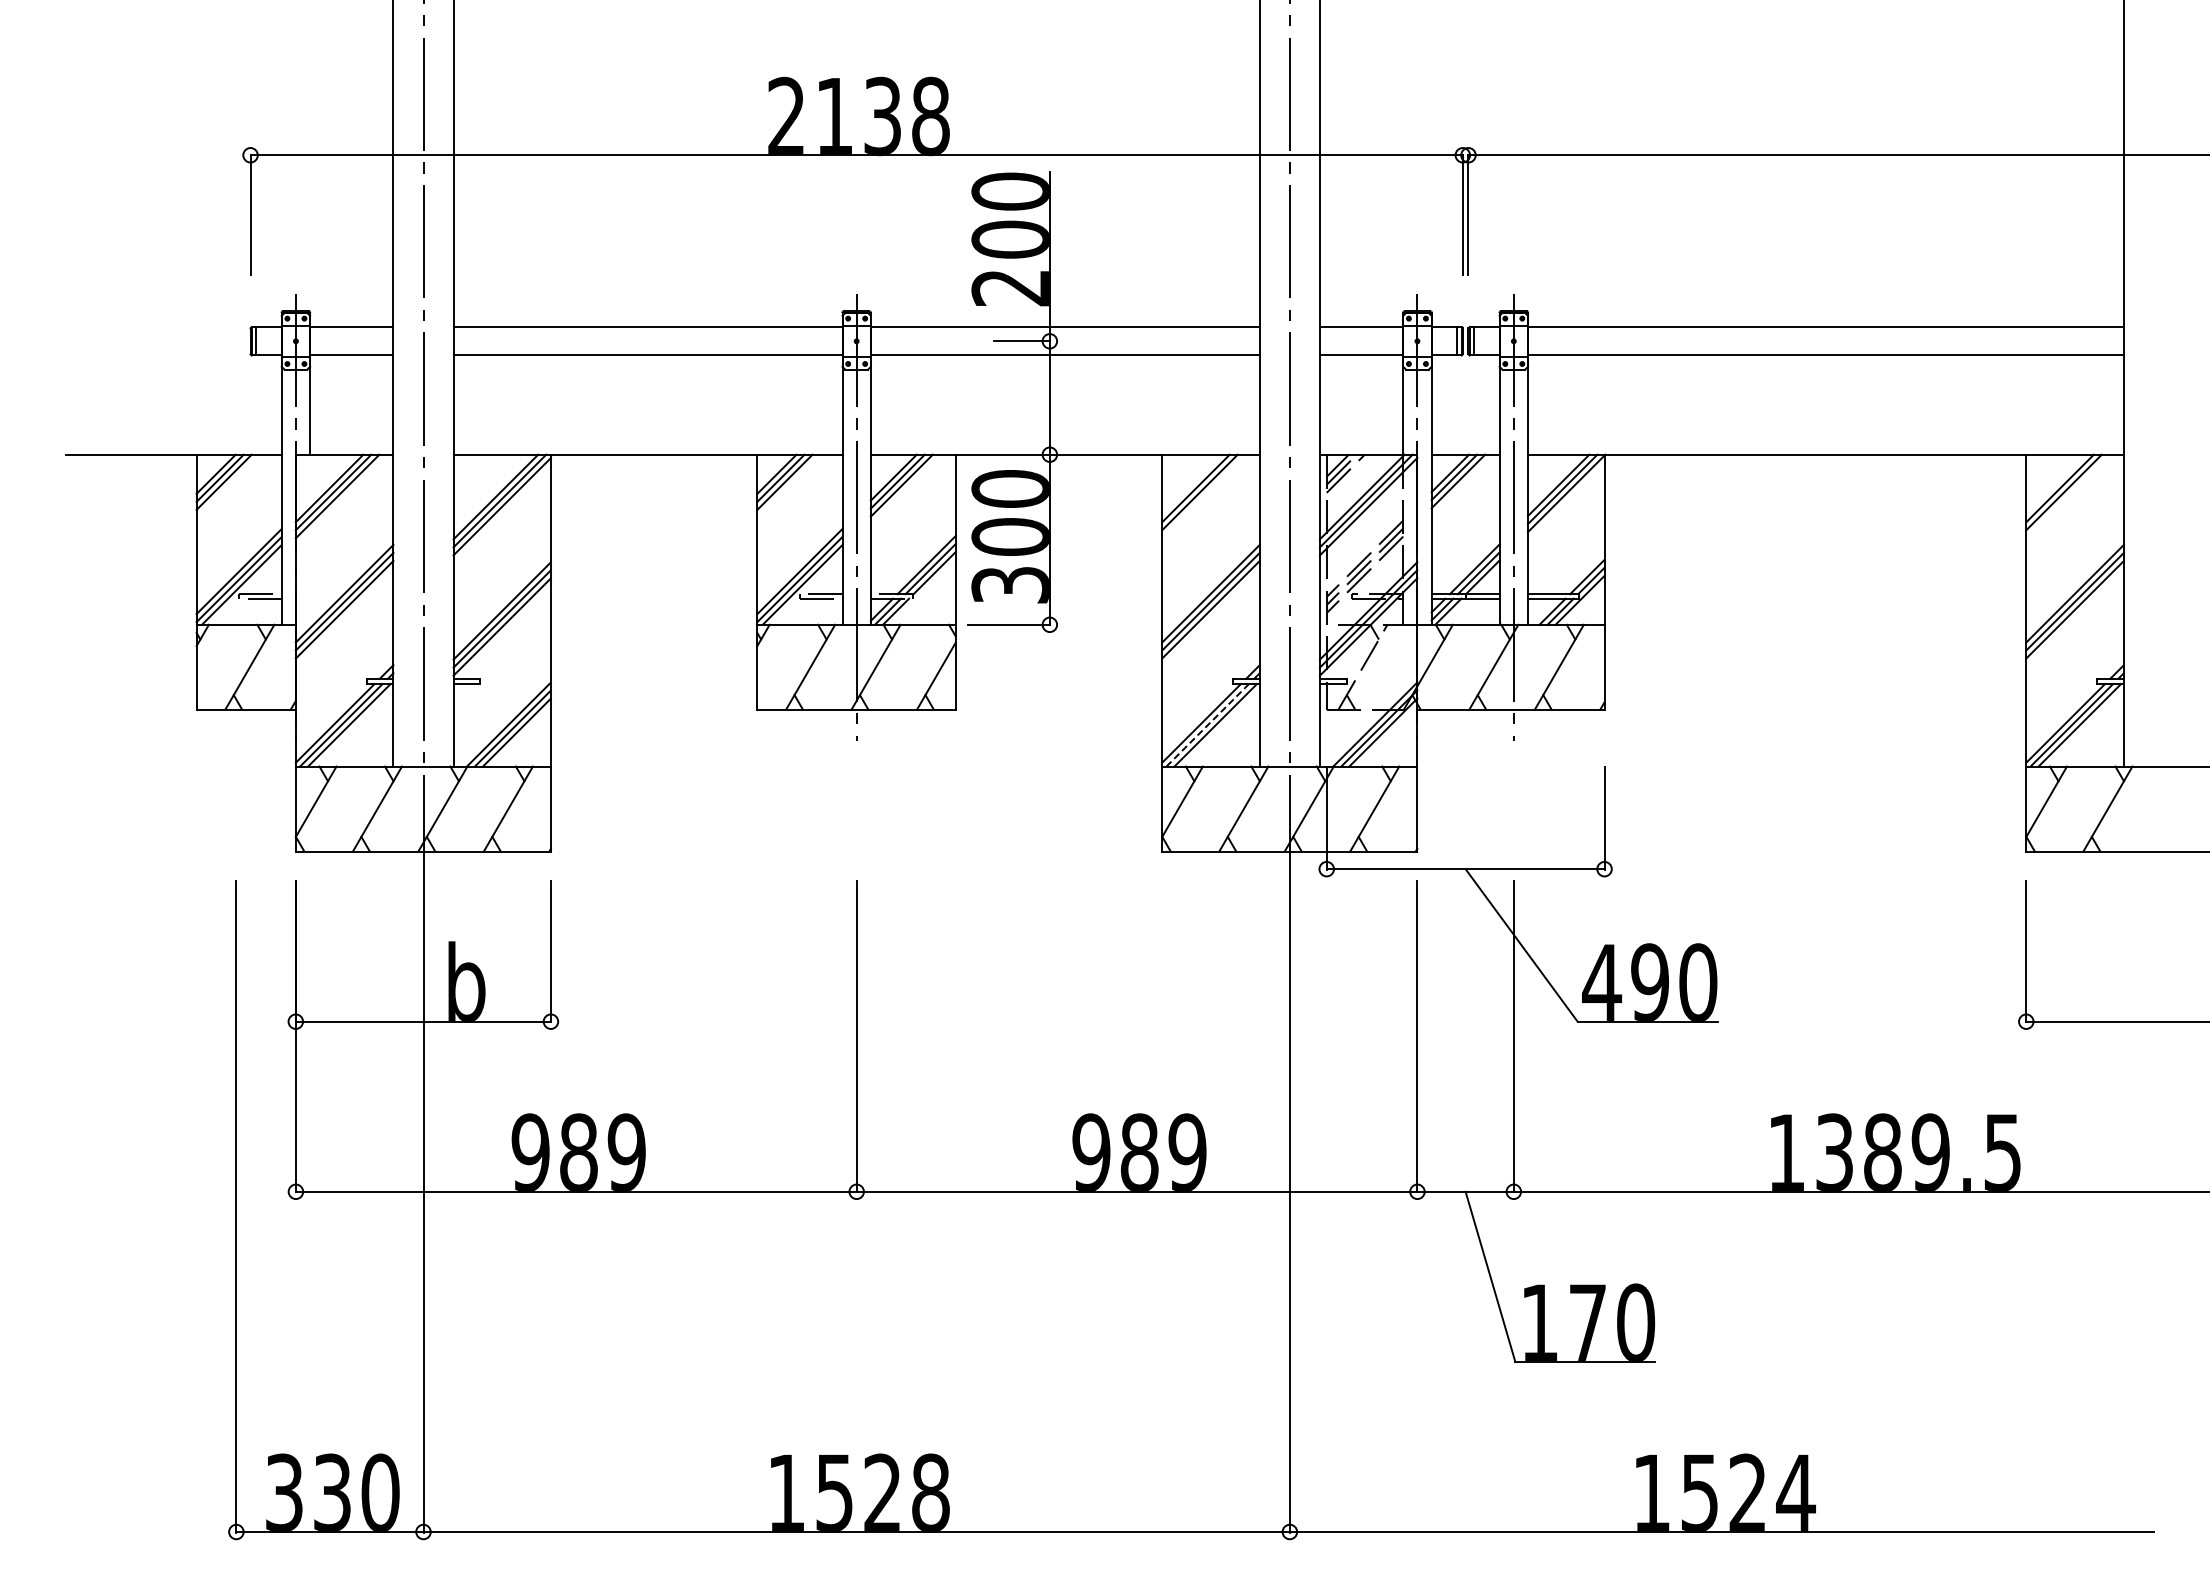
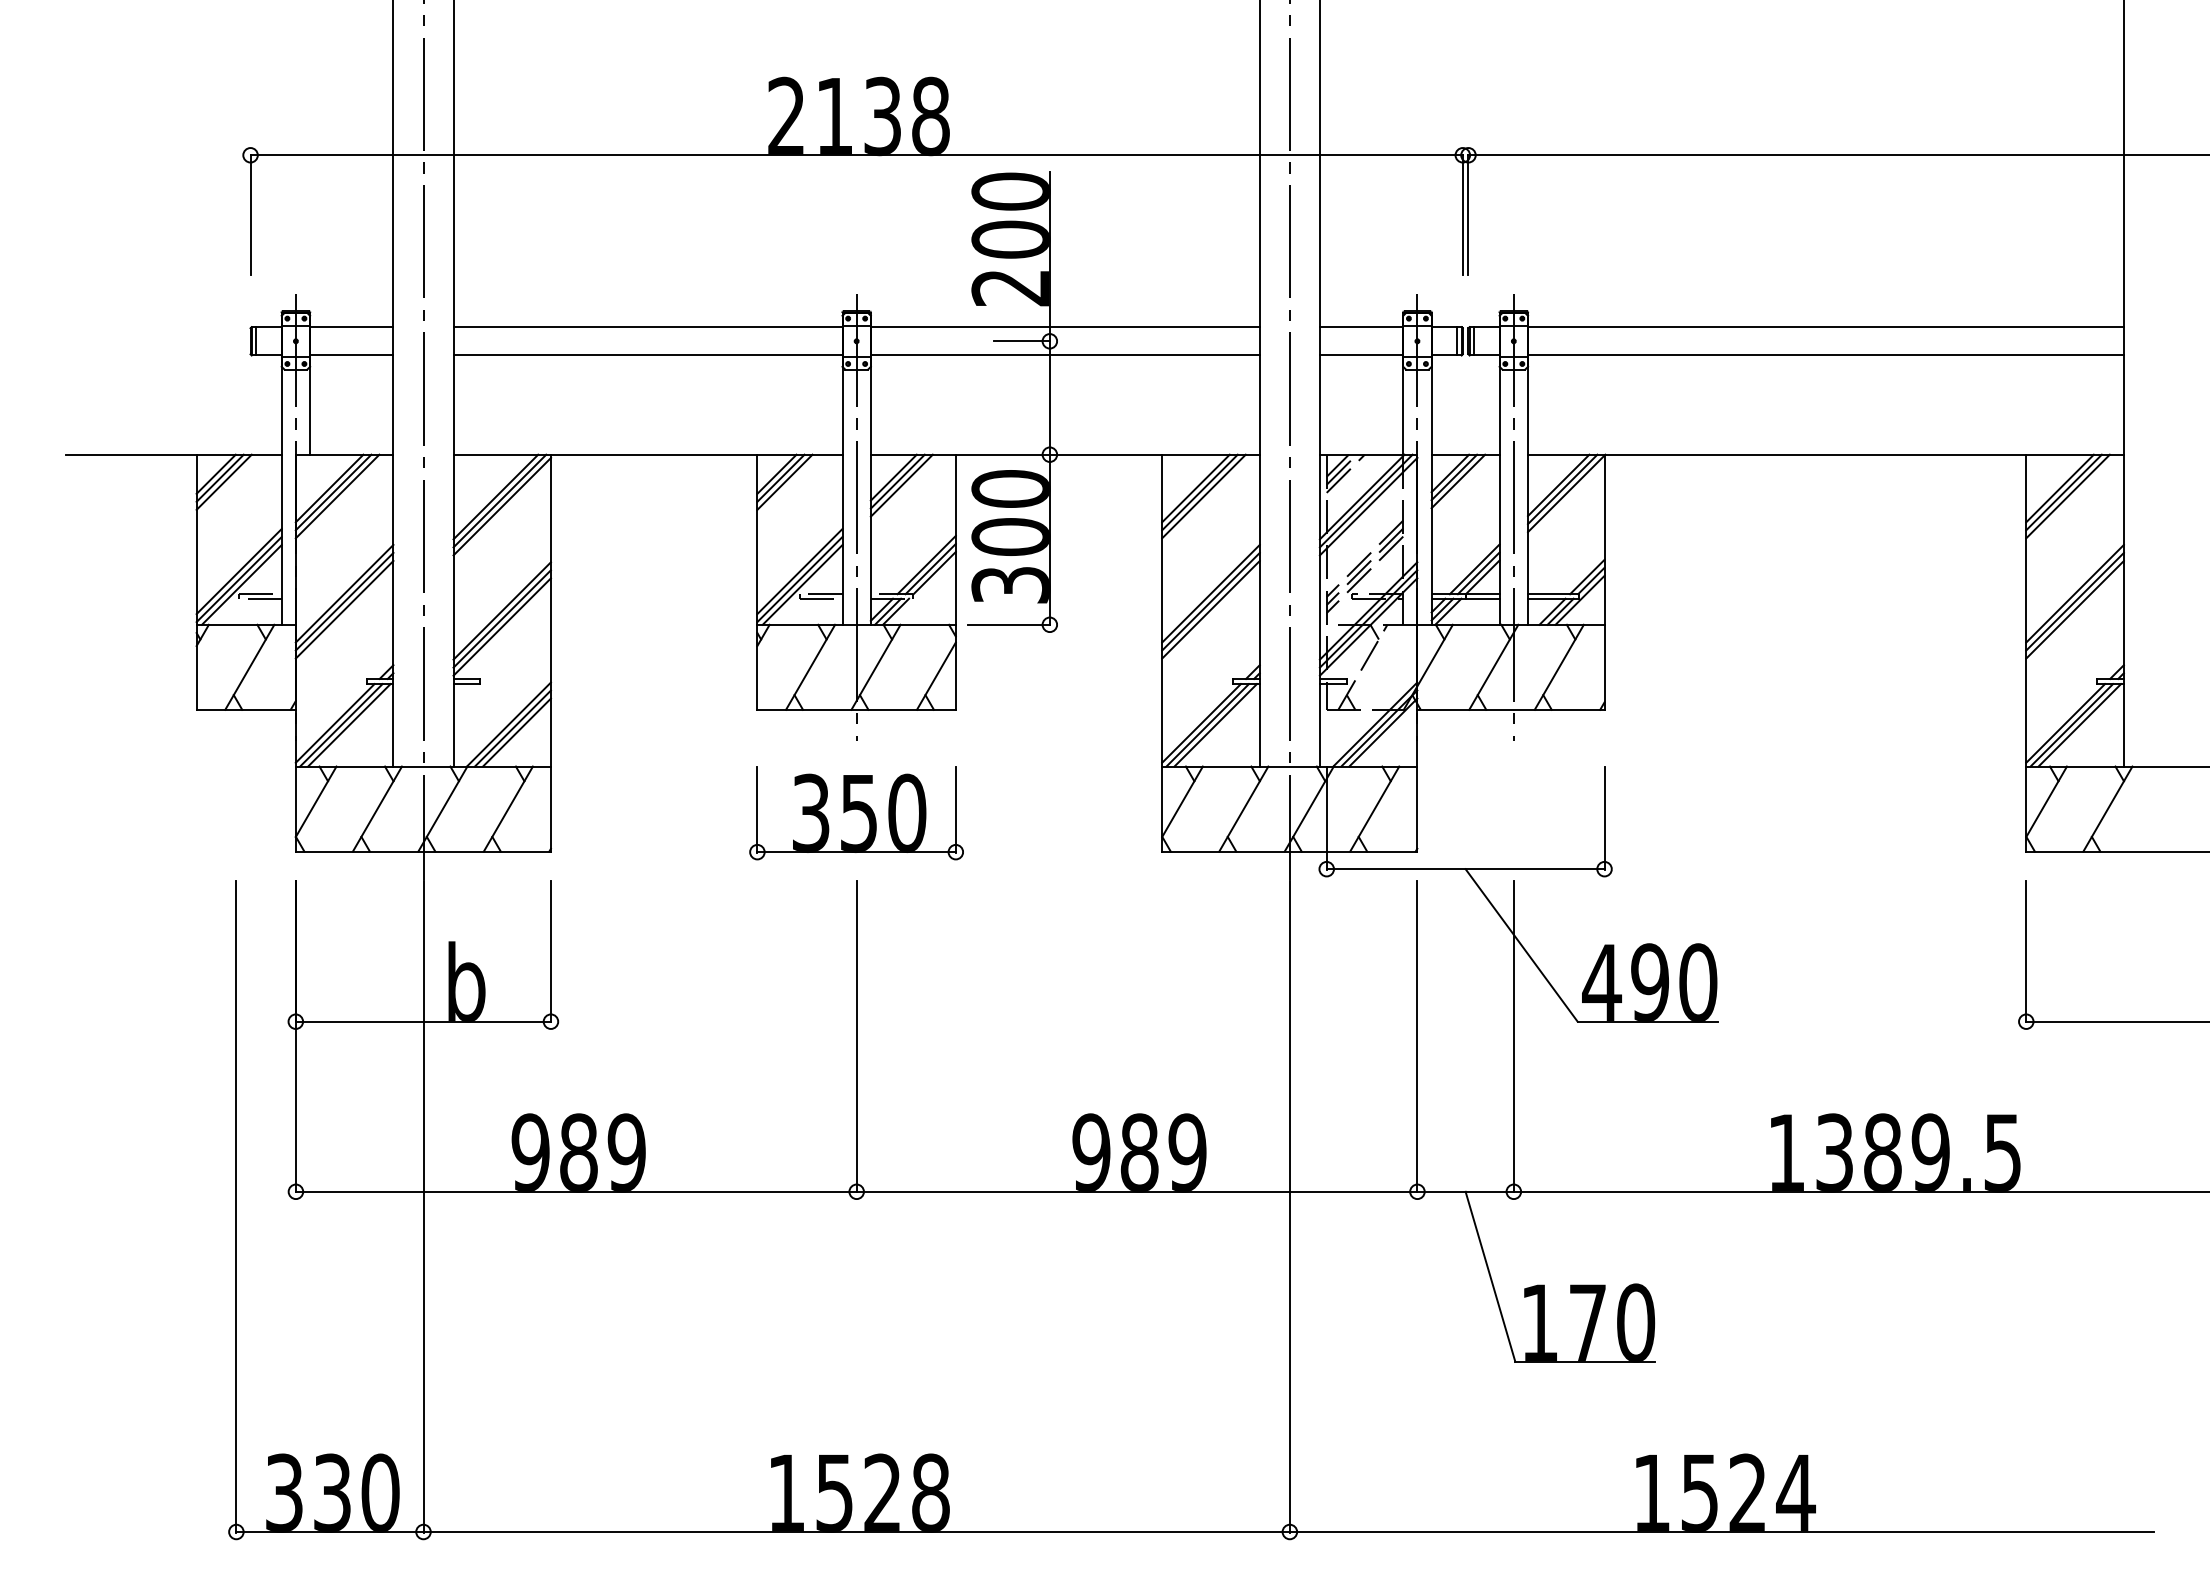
line at (1203, 496): none -> present
line at (2067, 496): none -> present
line at (1208, 724): dashed -> solid
part at (856, 813): none -> present
